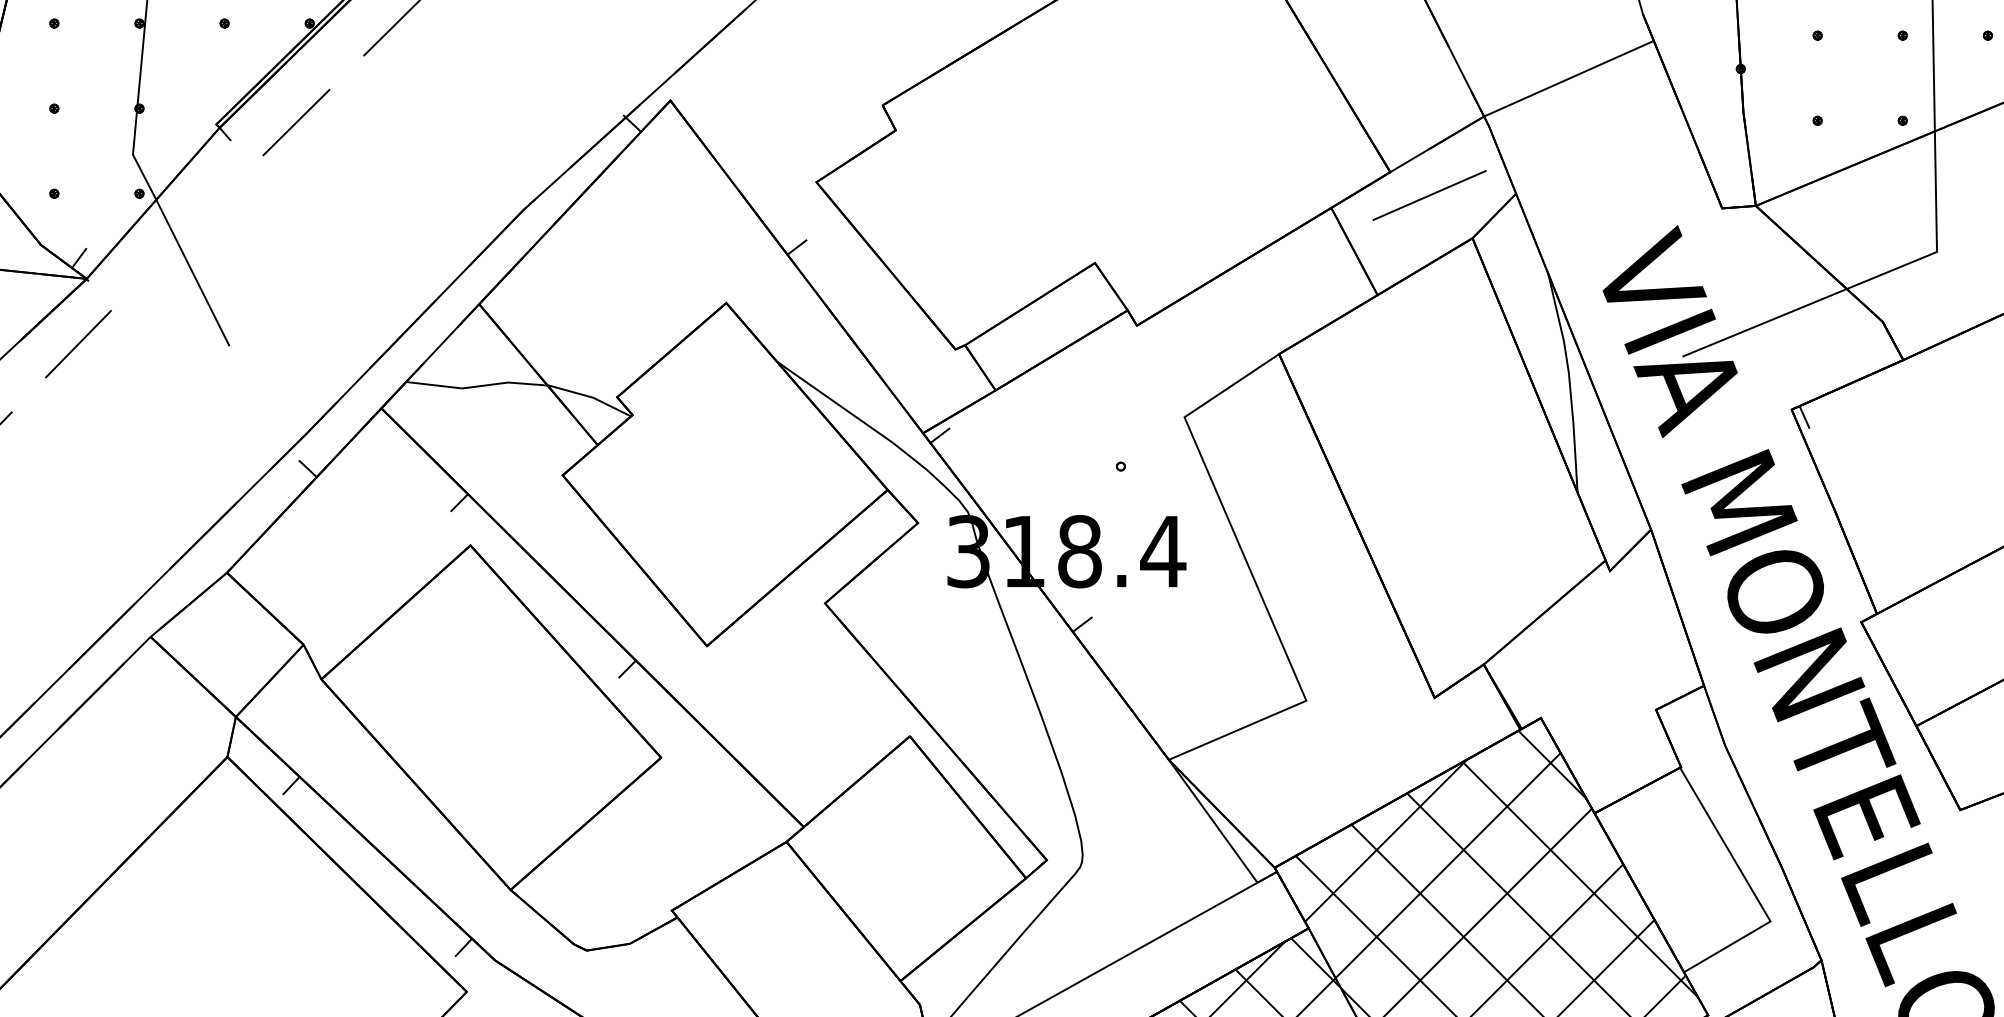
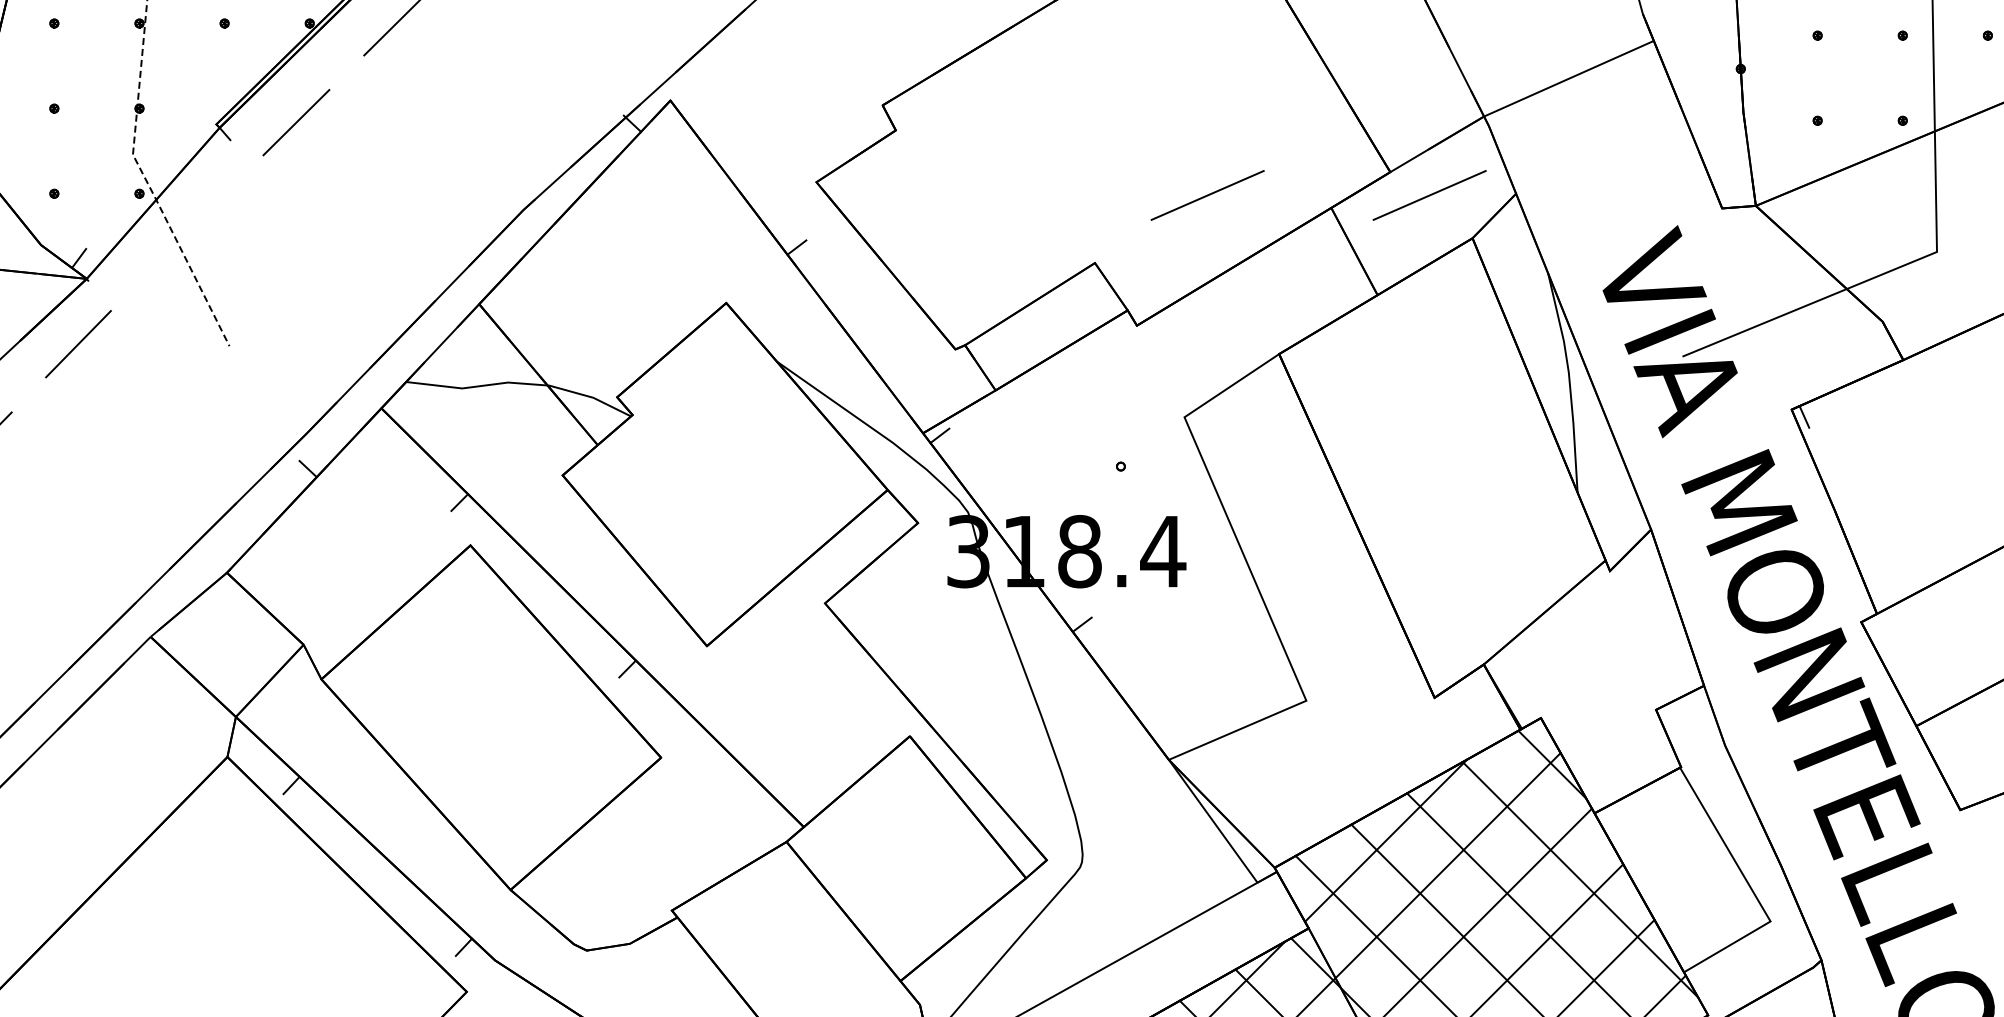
line at (146, 181): solid -> dashed
line at (1207, 195): none -> present
